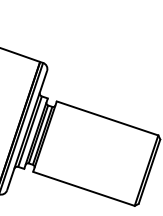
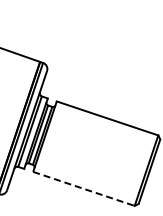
line at (83, 188): solid -> dashed
